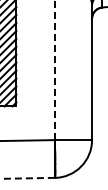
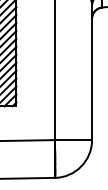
line at (54, 70): dashed -> solid
line at (27, 178): dashed -> solid
